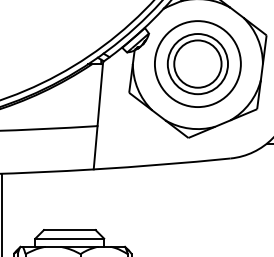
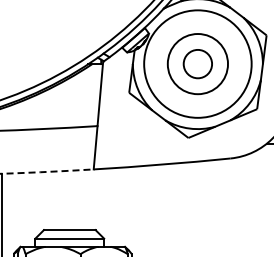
circle at (197, 63) diameter: 47 px -> 28 px
circle at (197, 64) diameter: 86 px -> 107 px
arc at (47, 171): solid -> dashed
